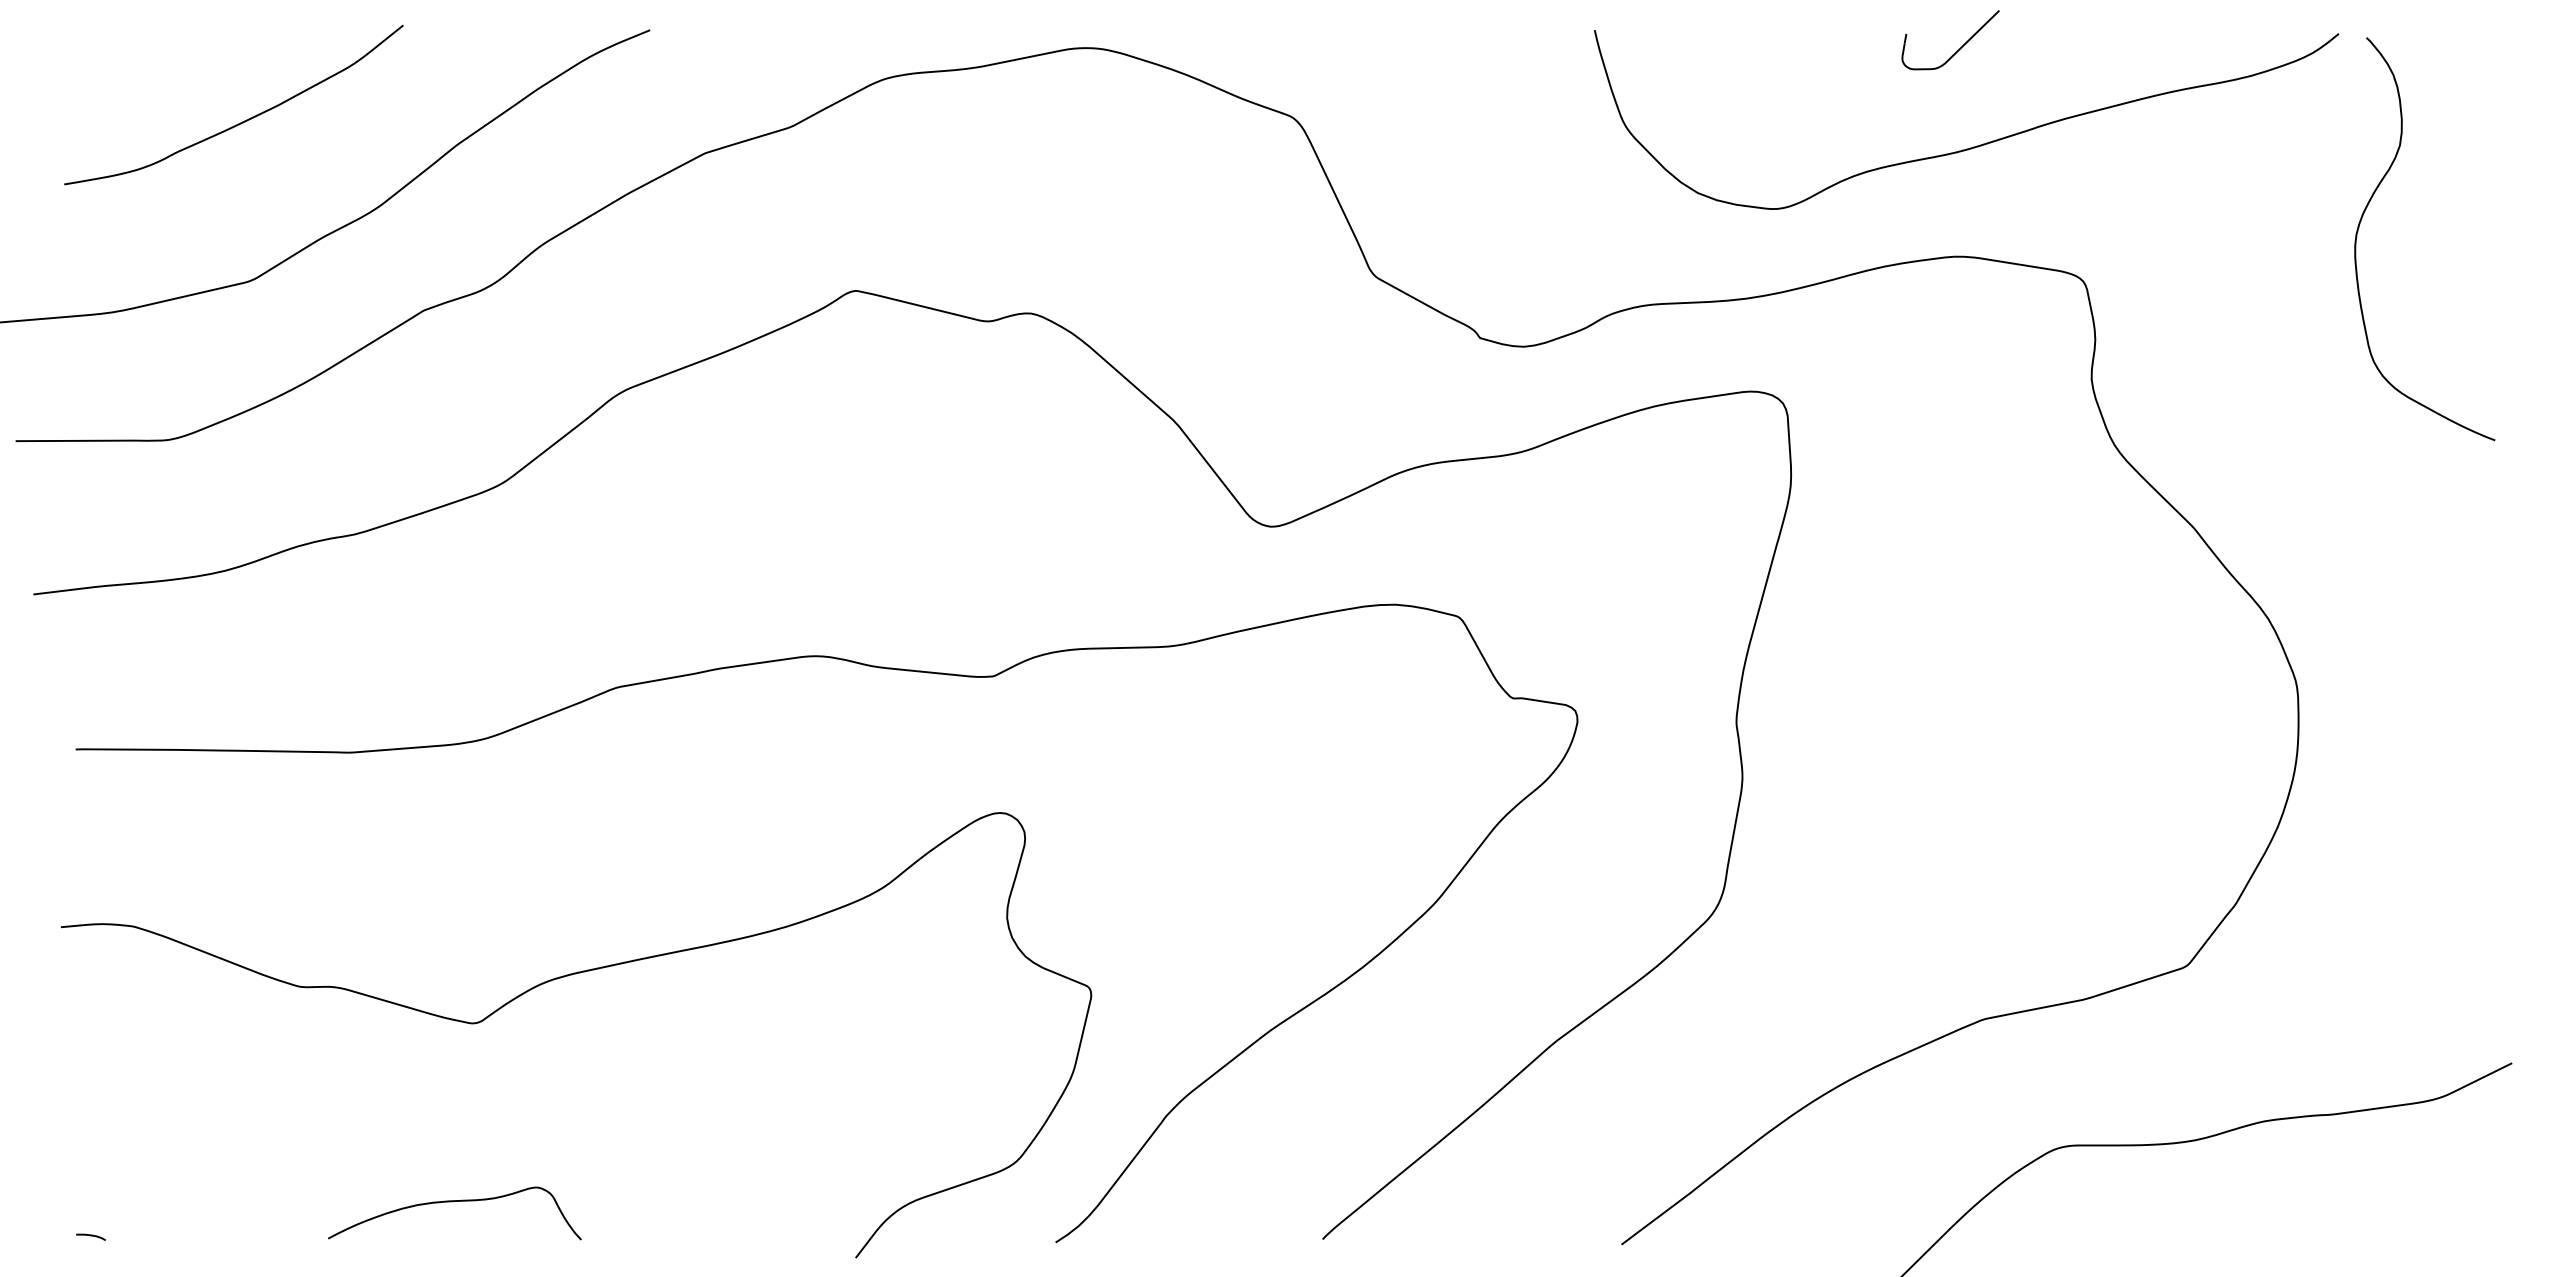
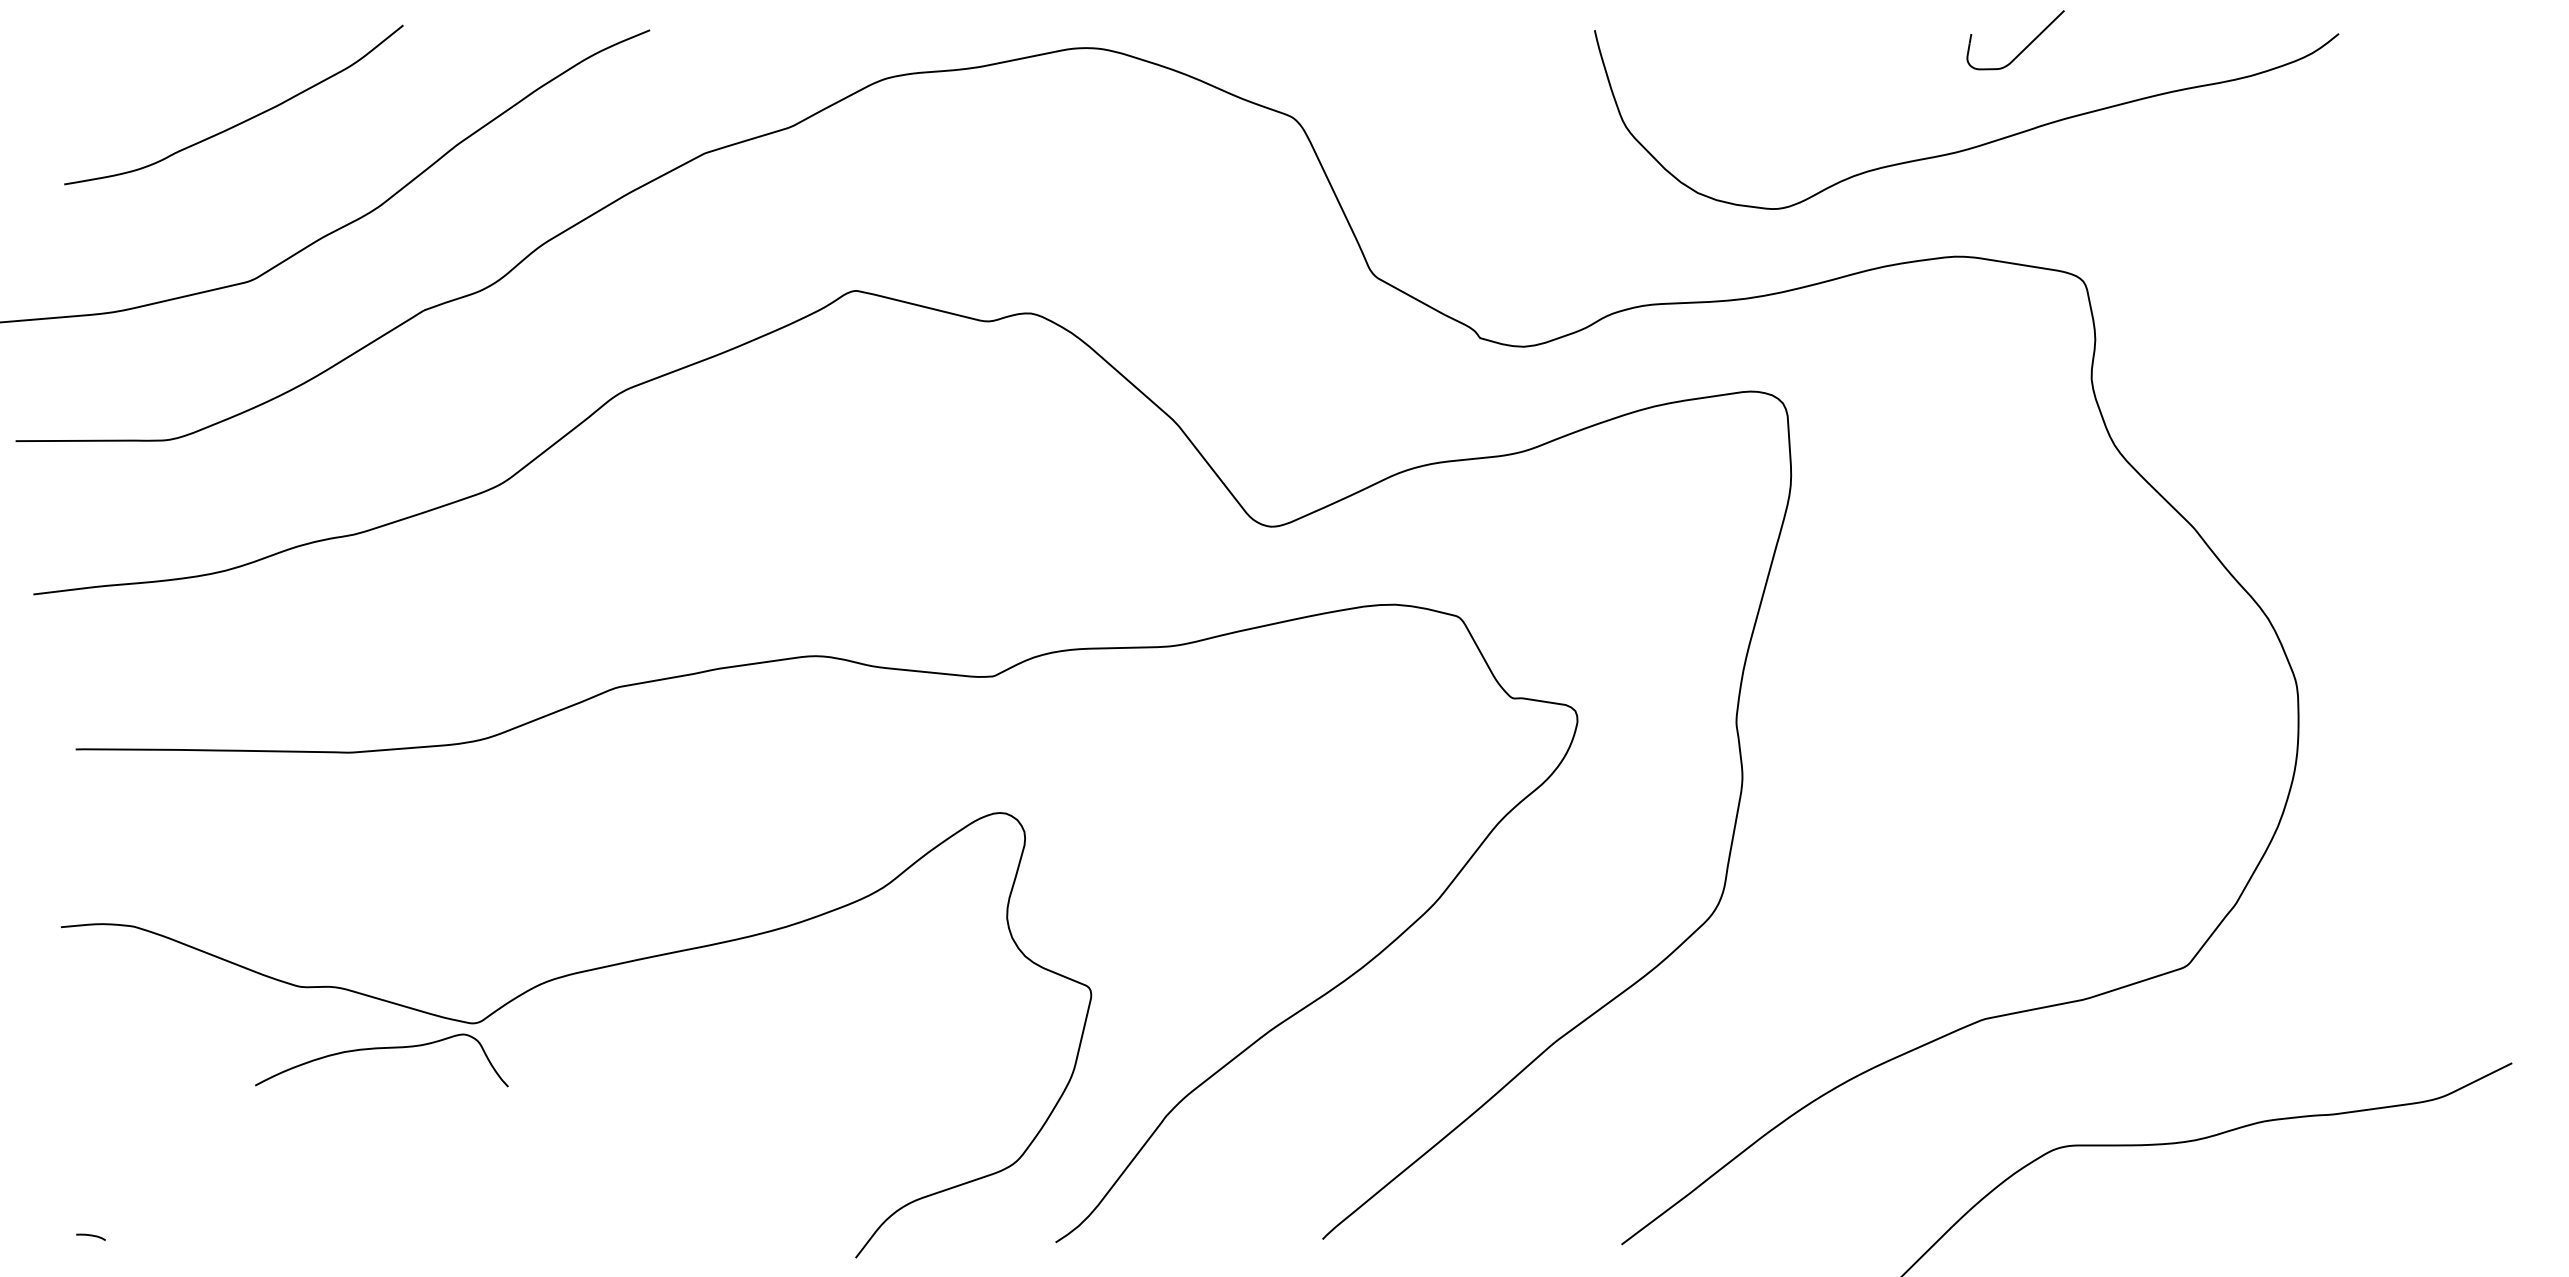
part at (1959, 48) position: (1959, 48) -> (2024, 48)
curve at (2363, 216): present -> none
curve at (453, 1202) position: (453, 1202) -> (380, 1049)
